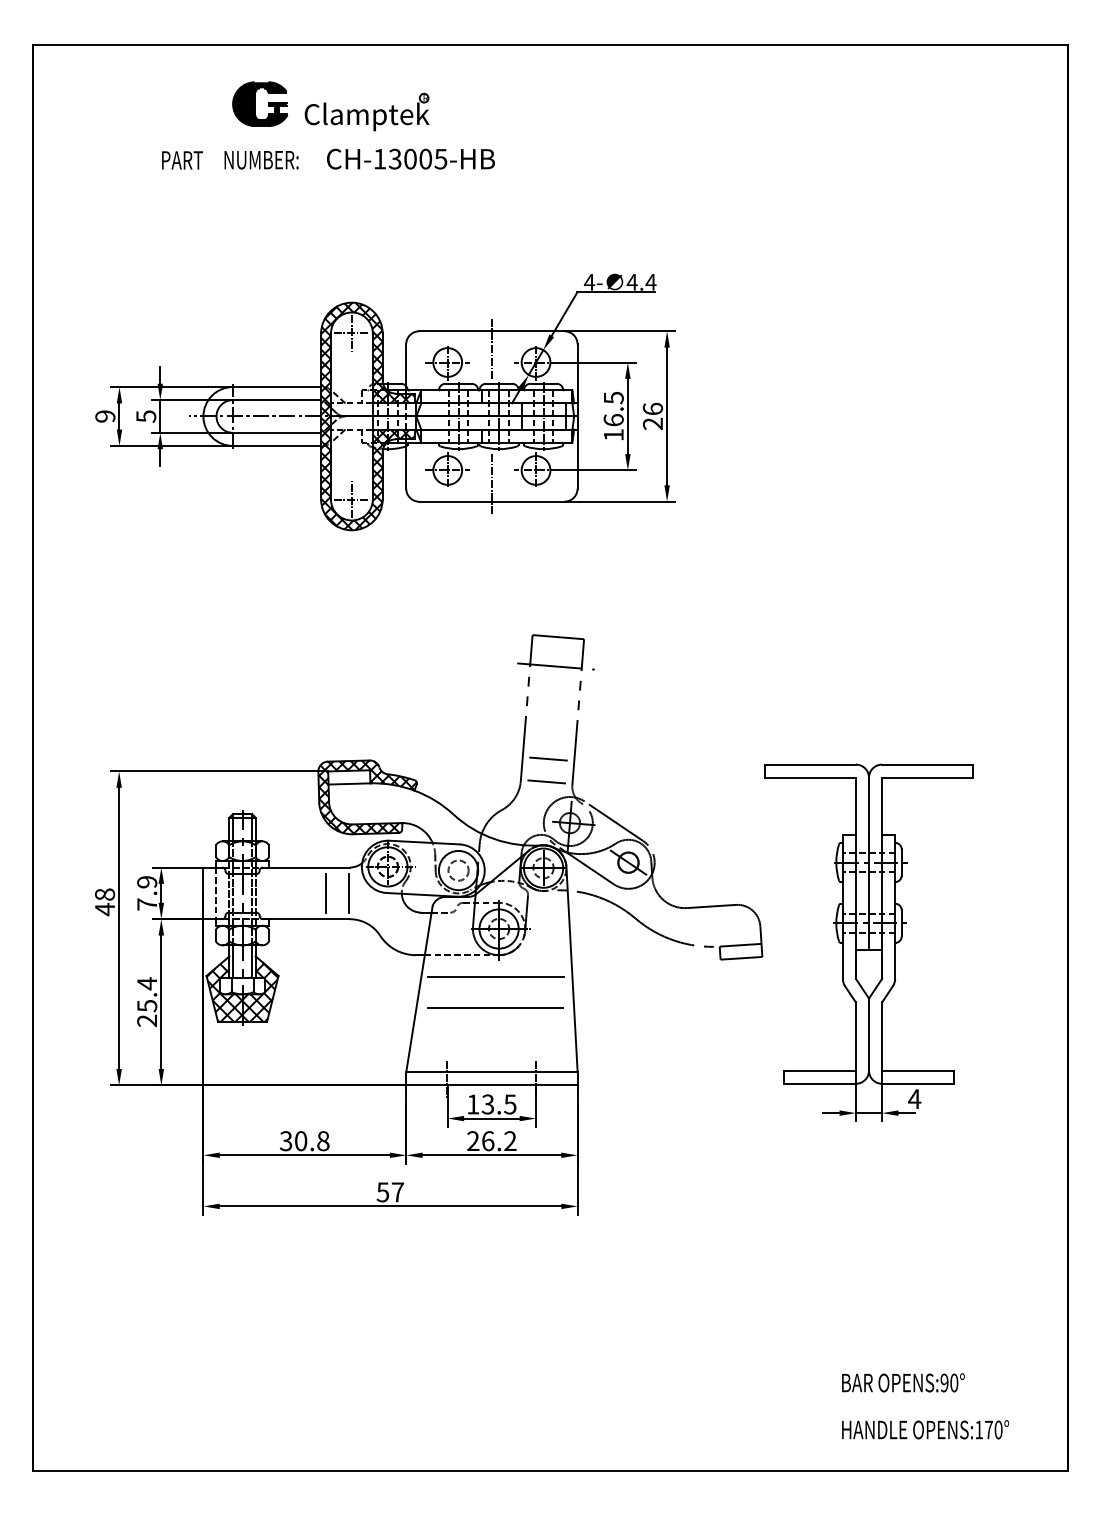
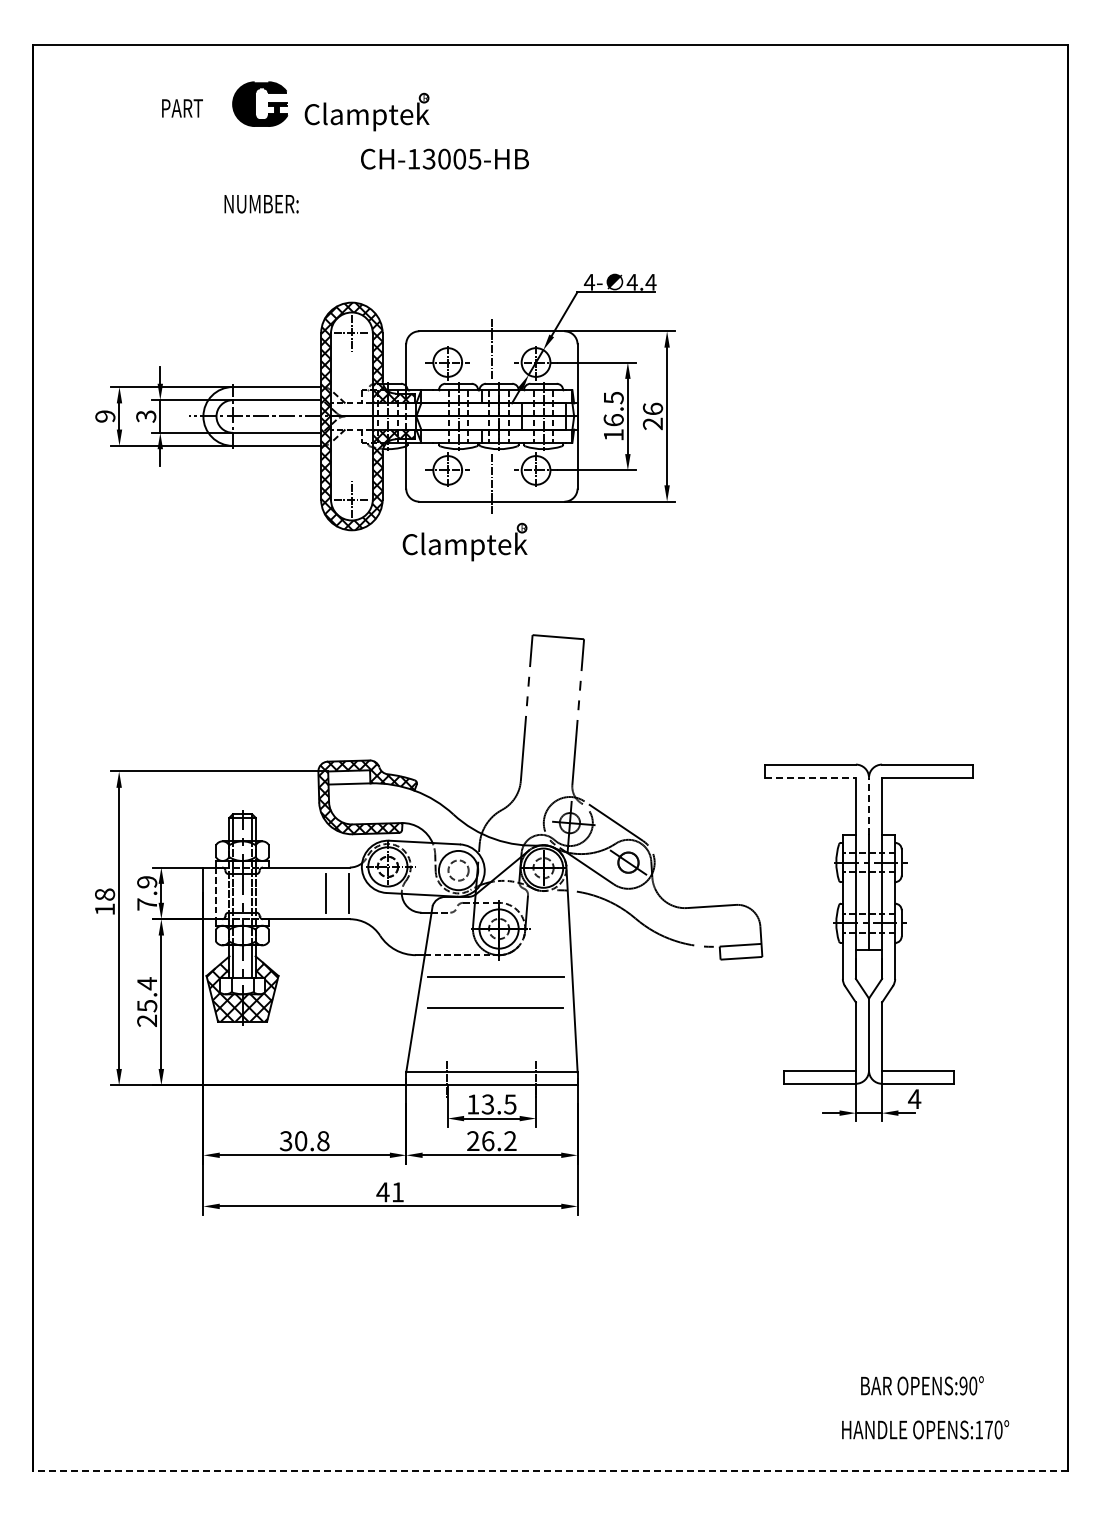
text at (410, 158) position: (410, 158) -> (444, 158)
text at (182, 160) position: (182, 160) -> (182, 108)
text at (261, 160) position: (261, 160) -> (261, 204)
text at (145, 416): 5 -> 3
part at (464, 541): none -> present
line at (555, 666): present -> none
line at (548, 758): present -> none
line at (810, 777): solid -> dashed
line at (546, 781): present -> none
line at (869, 806): solid -> dashed
text at (104, 909): 48 -> 18
text at (390, 1192): 57 -> 41
text at (903, 1382) position: (903, 1382) -> (922, 1385)
line at (549, 1470): solid -> dashed
